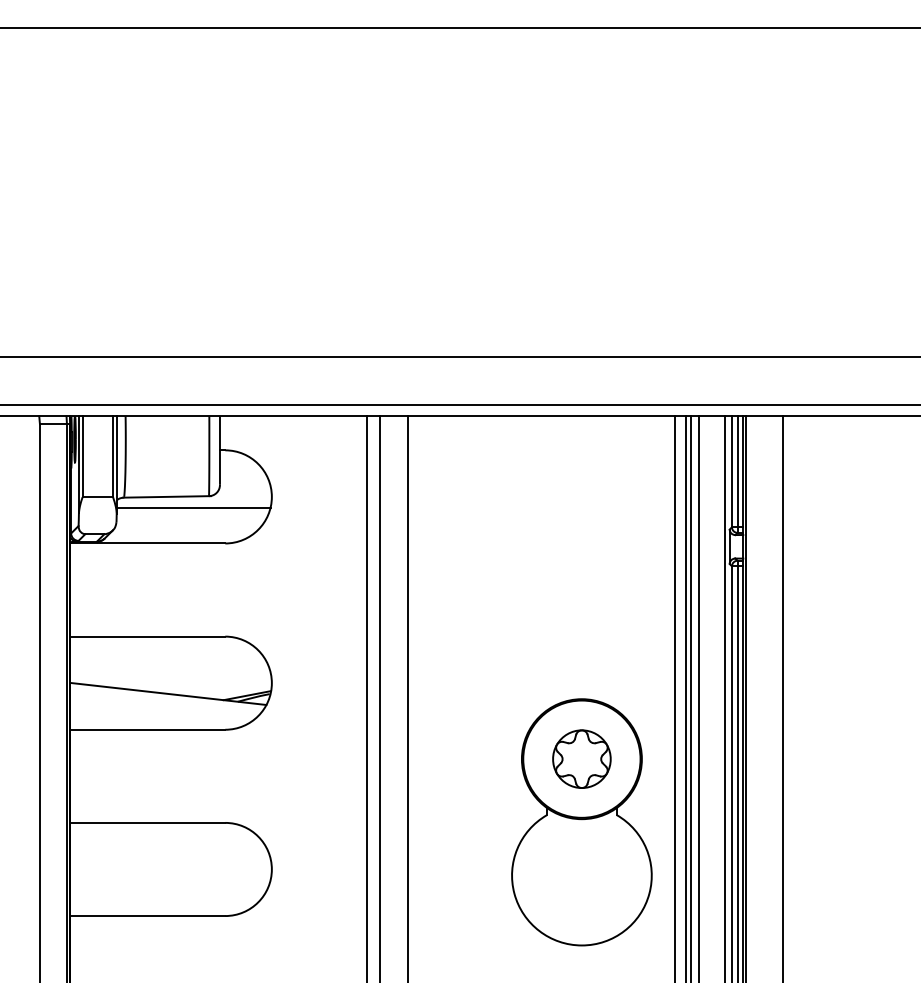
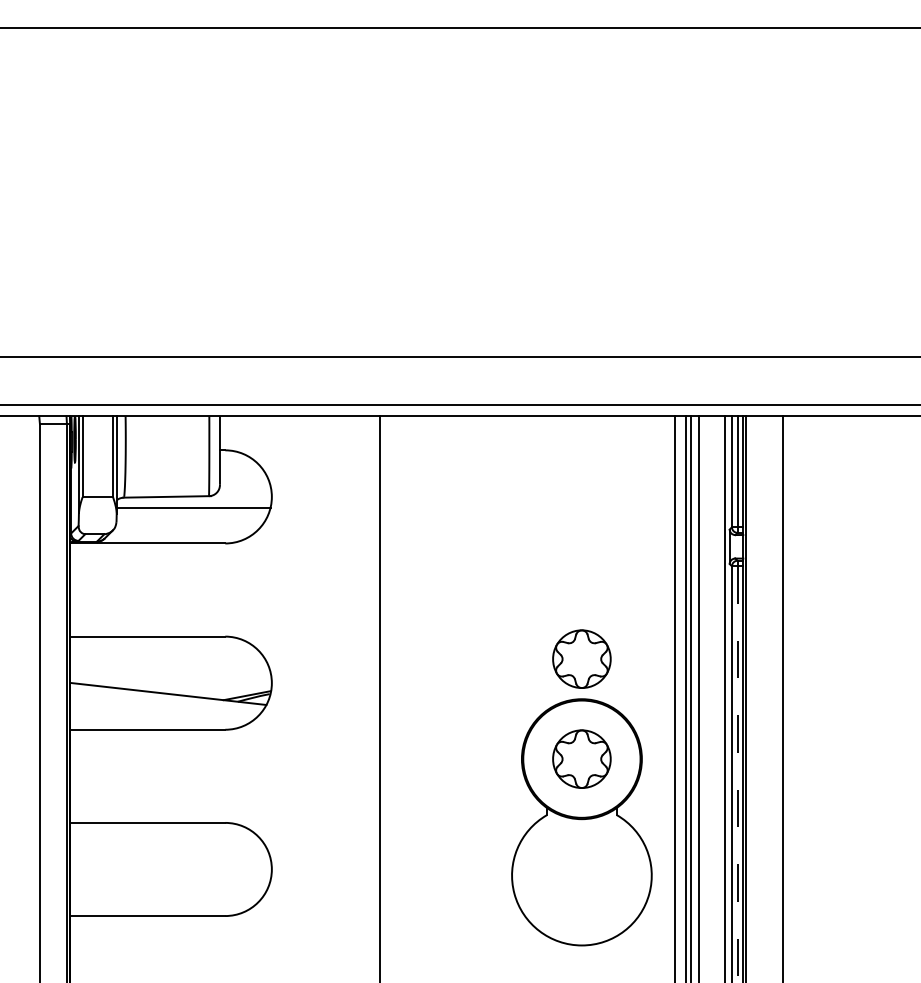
part at (581, 658): none -> present
line at (366, 697): present -> none
line at (408, 697): present -> none
line at (737, 774): solid -> dashed
